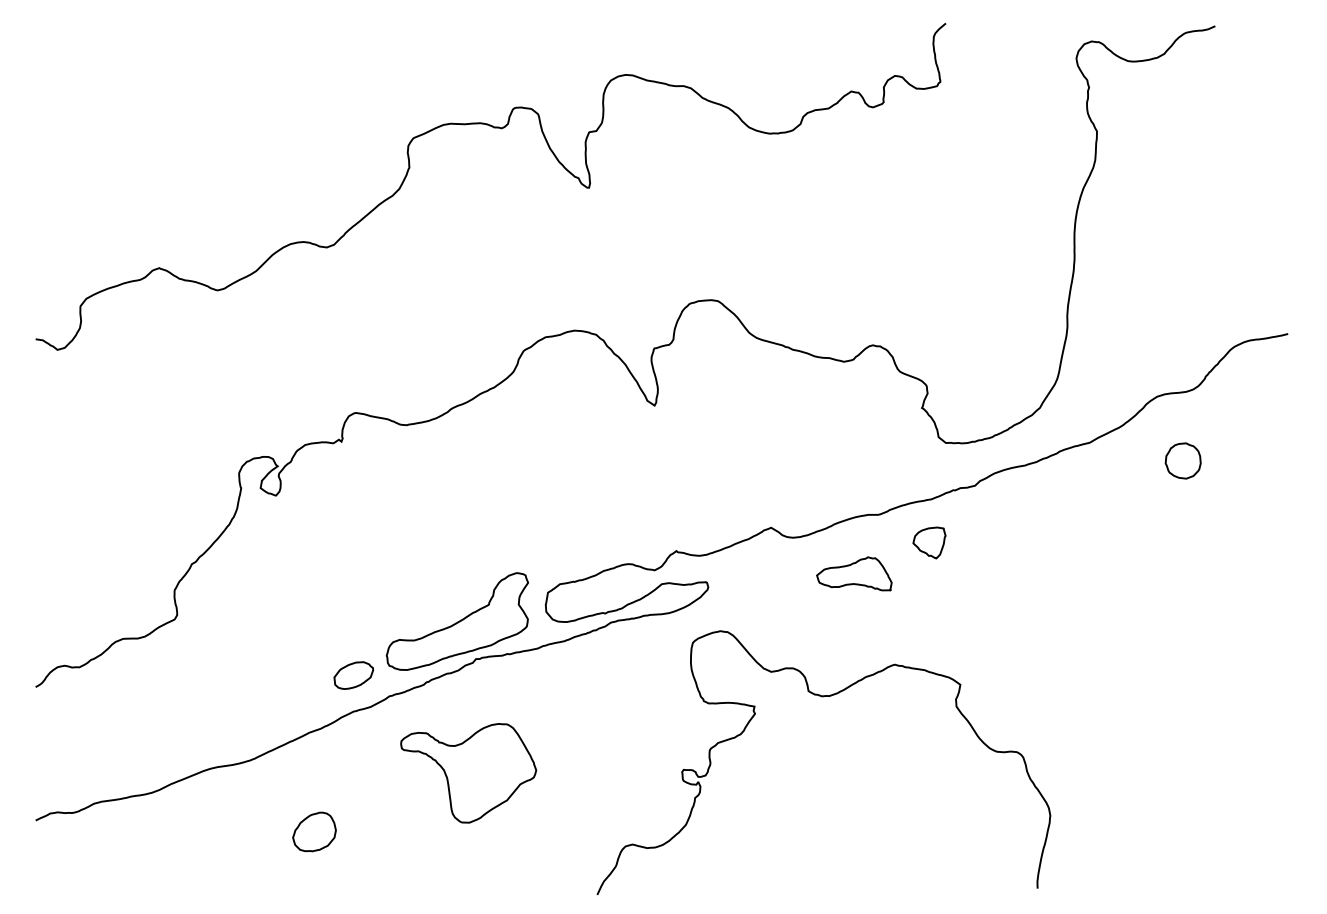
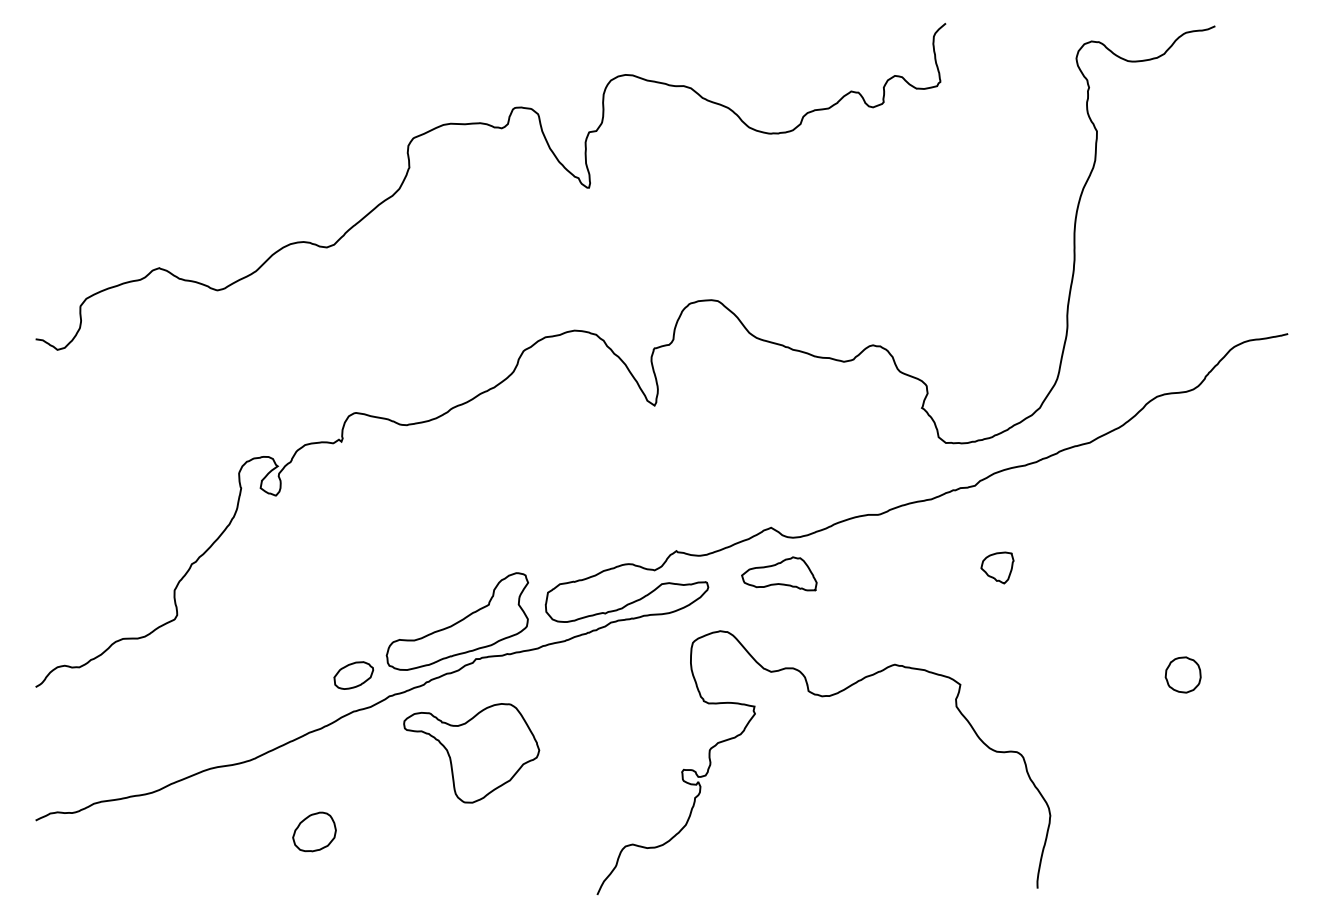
part at (1182, 460) position: (1182, 460) -> (1182, 674)
part at (929, 542) position: (929, 542) -> (997, 567)
part at (854, 573) position: (854, 573) -> (779, 573)
part at (468, 773) position: (468, 773) -> (471, 753)
